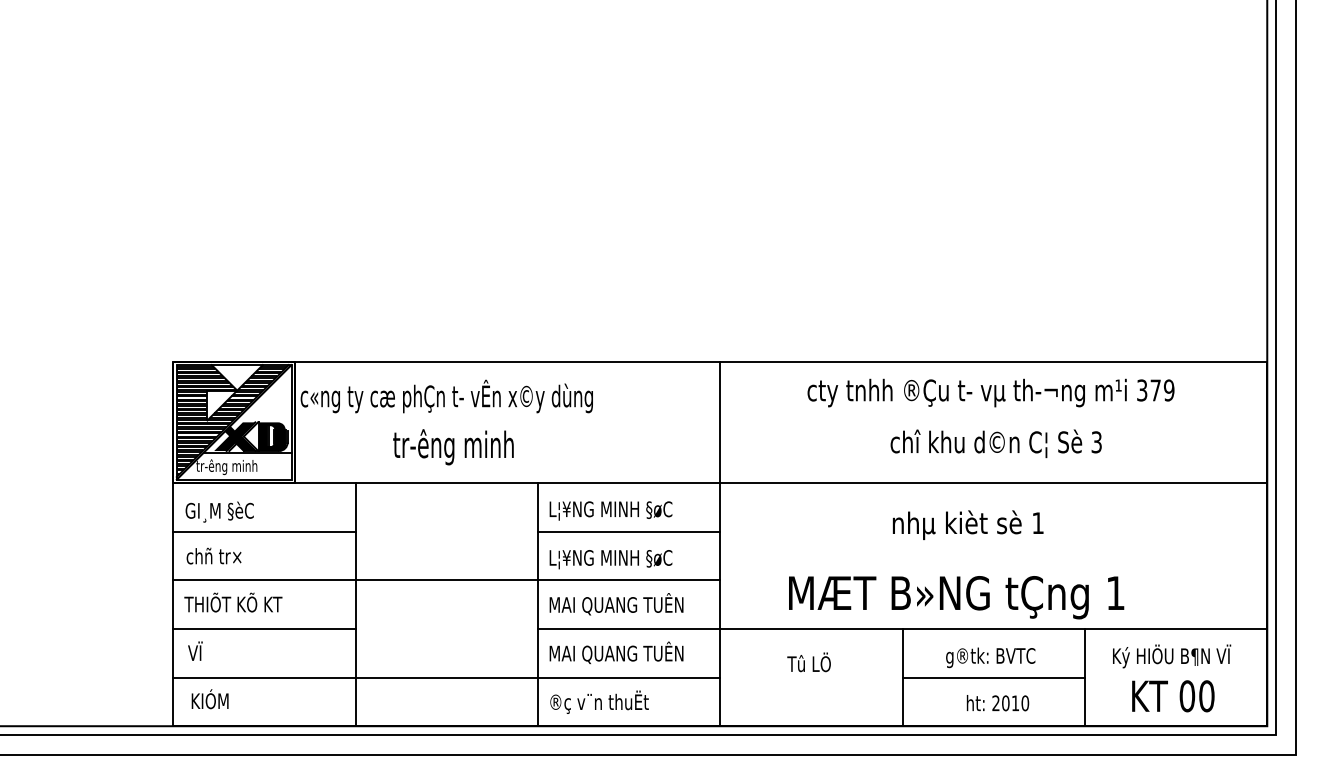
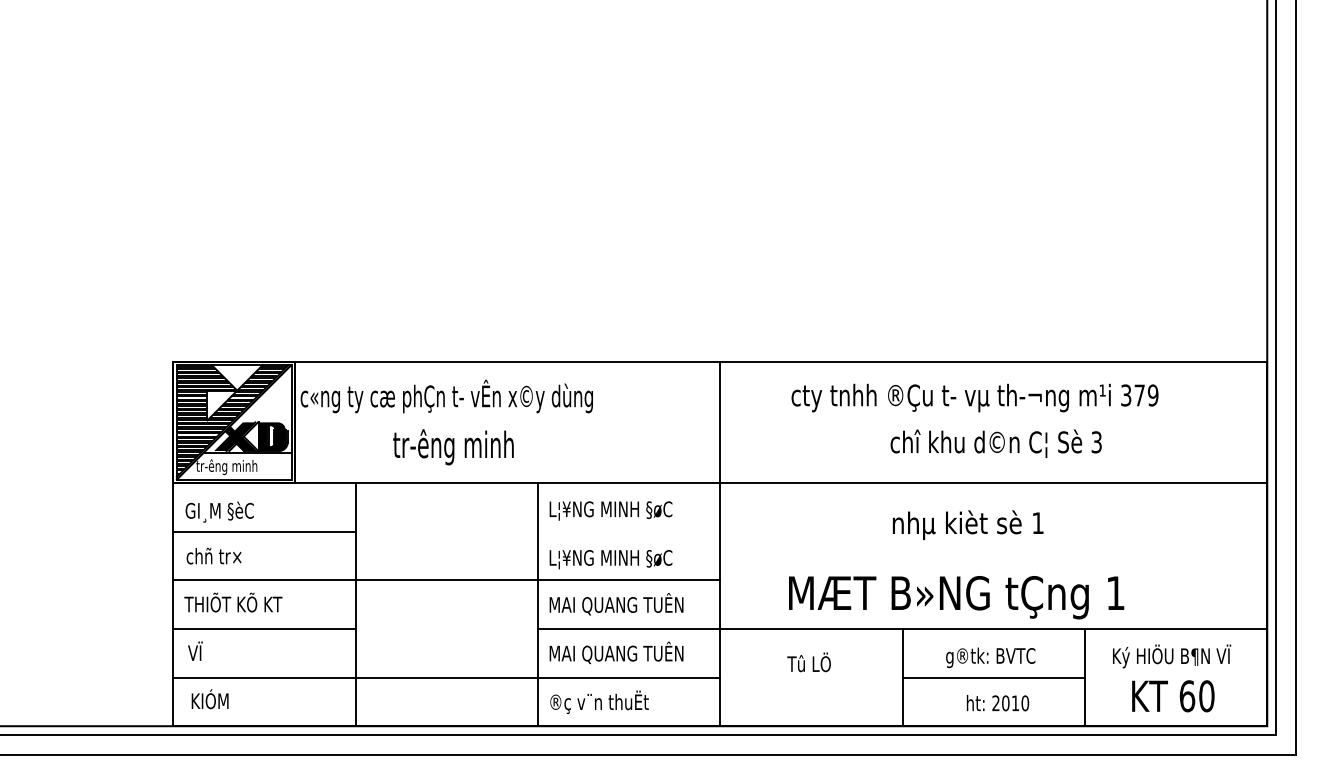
text at (990, 392) position: (990, 392) -> (974, 397)
line at (629, 531): present -> none
text at (1187, 696): 00 -> 60
